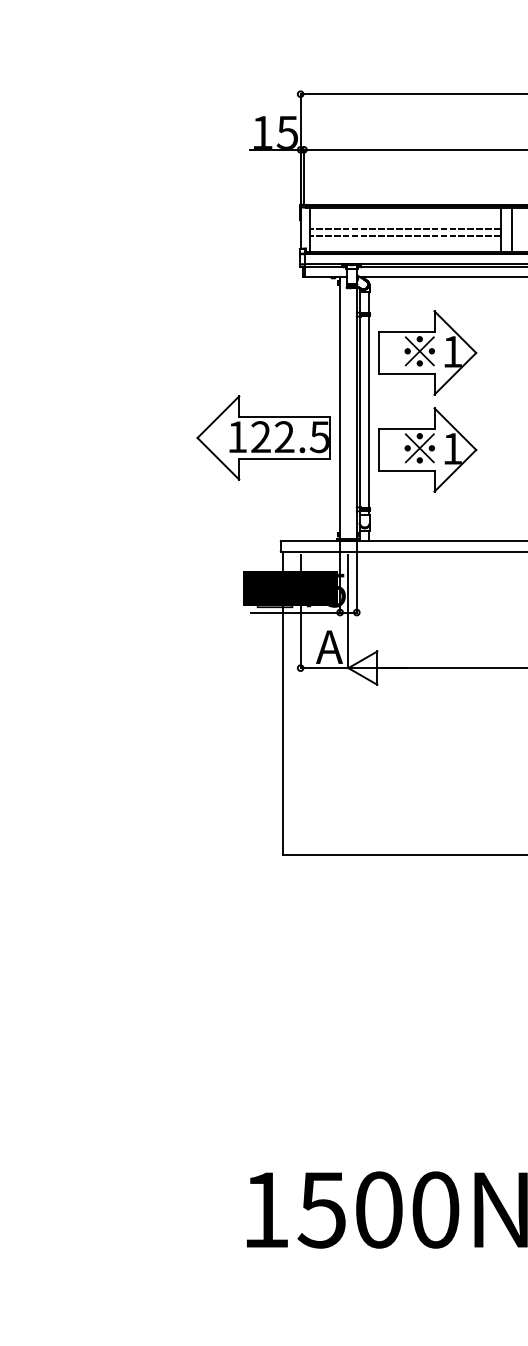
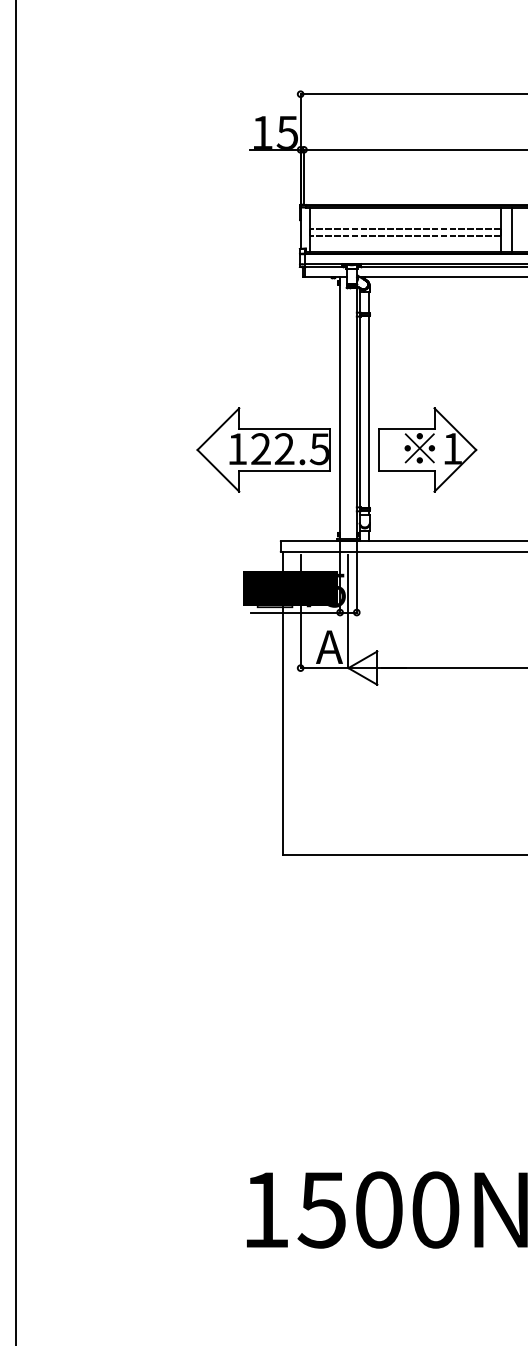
part at (427, 352): present -> none
part at (263, 437) position: (263, 437) -> (263, 449)
line at (16, 672): none -> present
